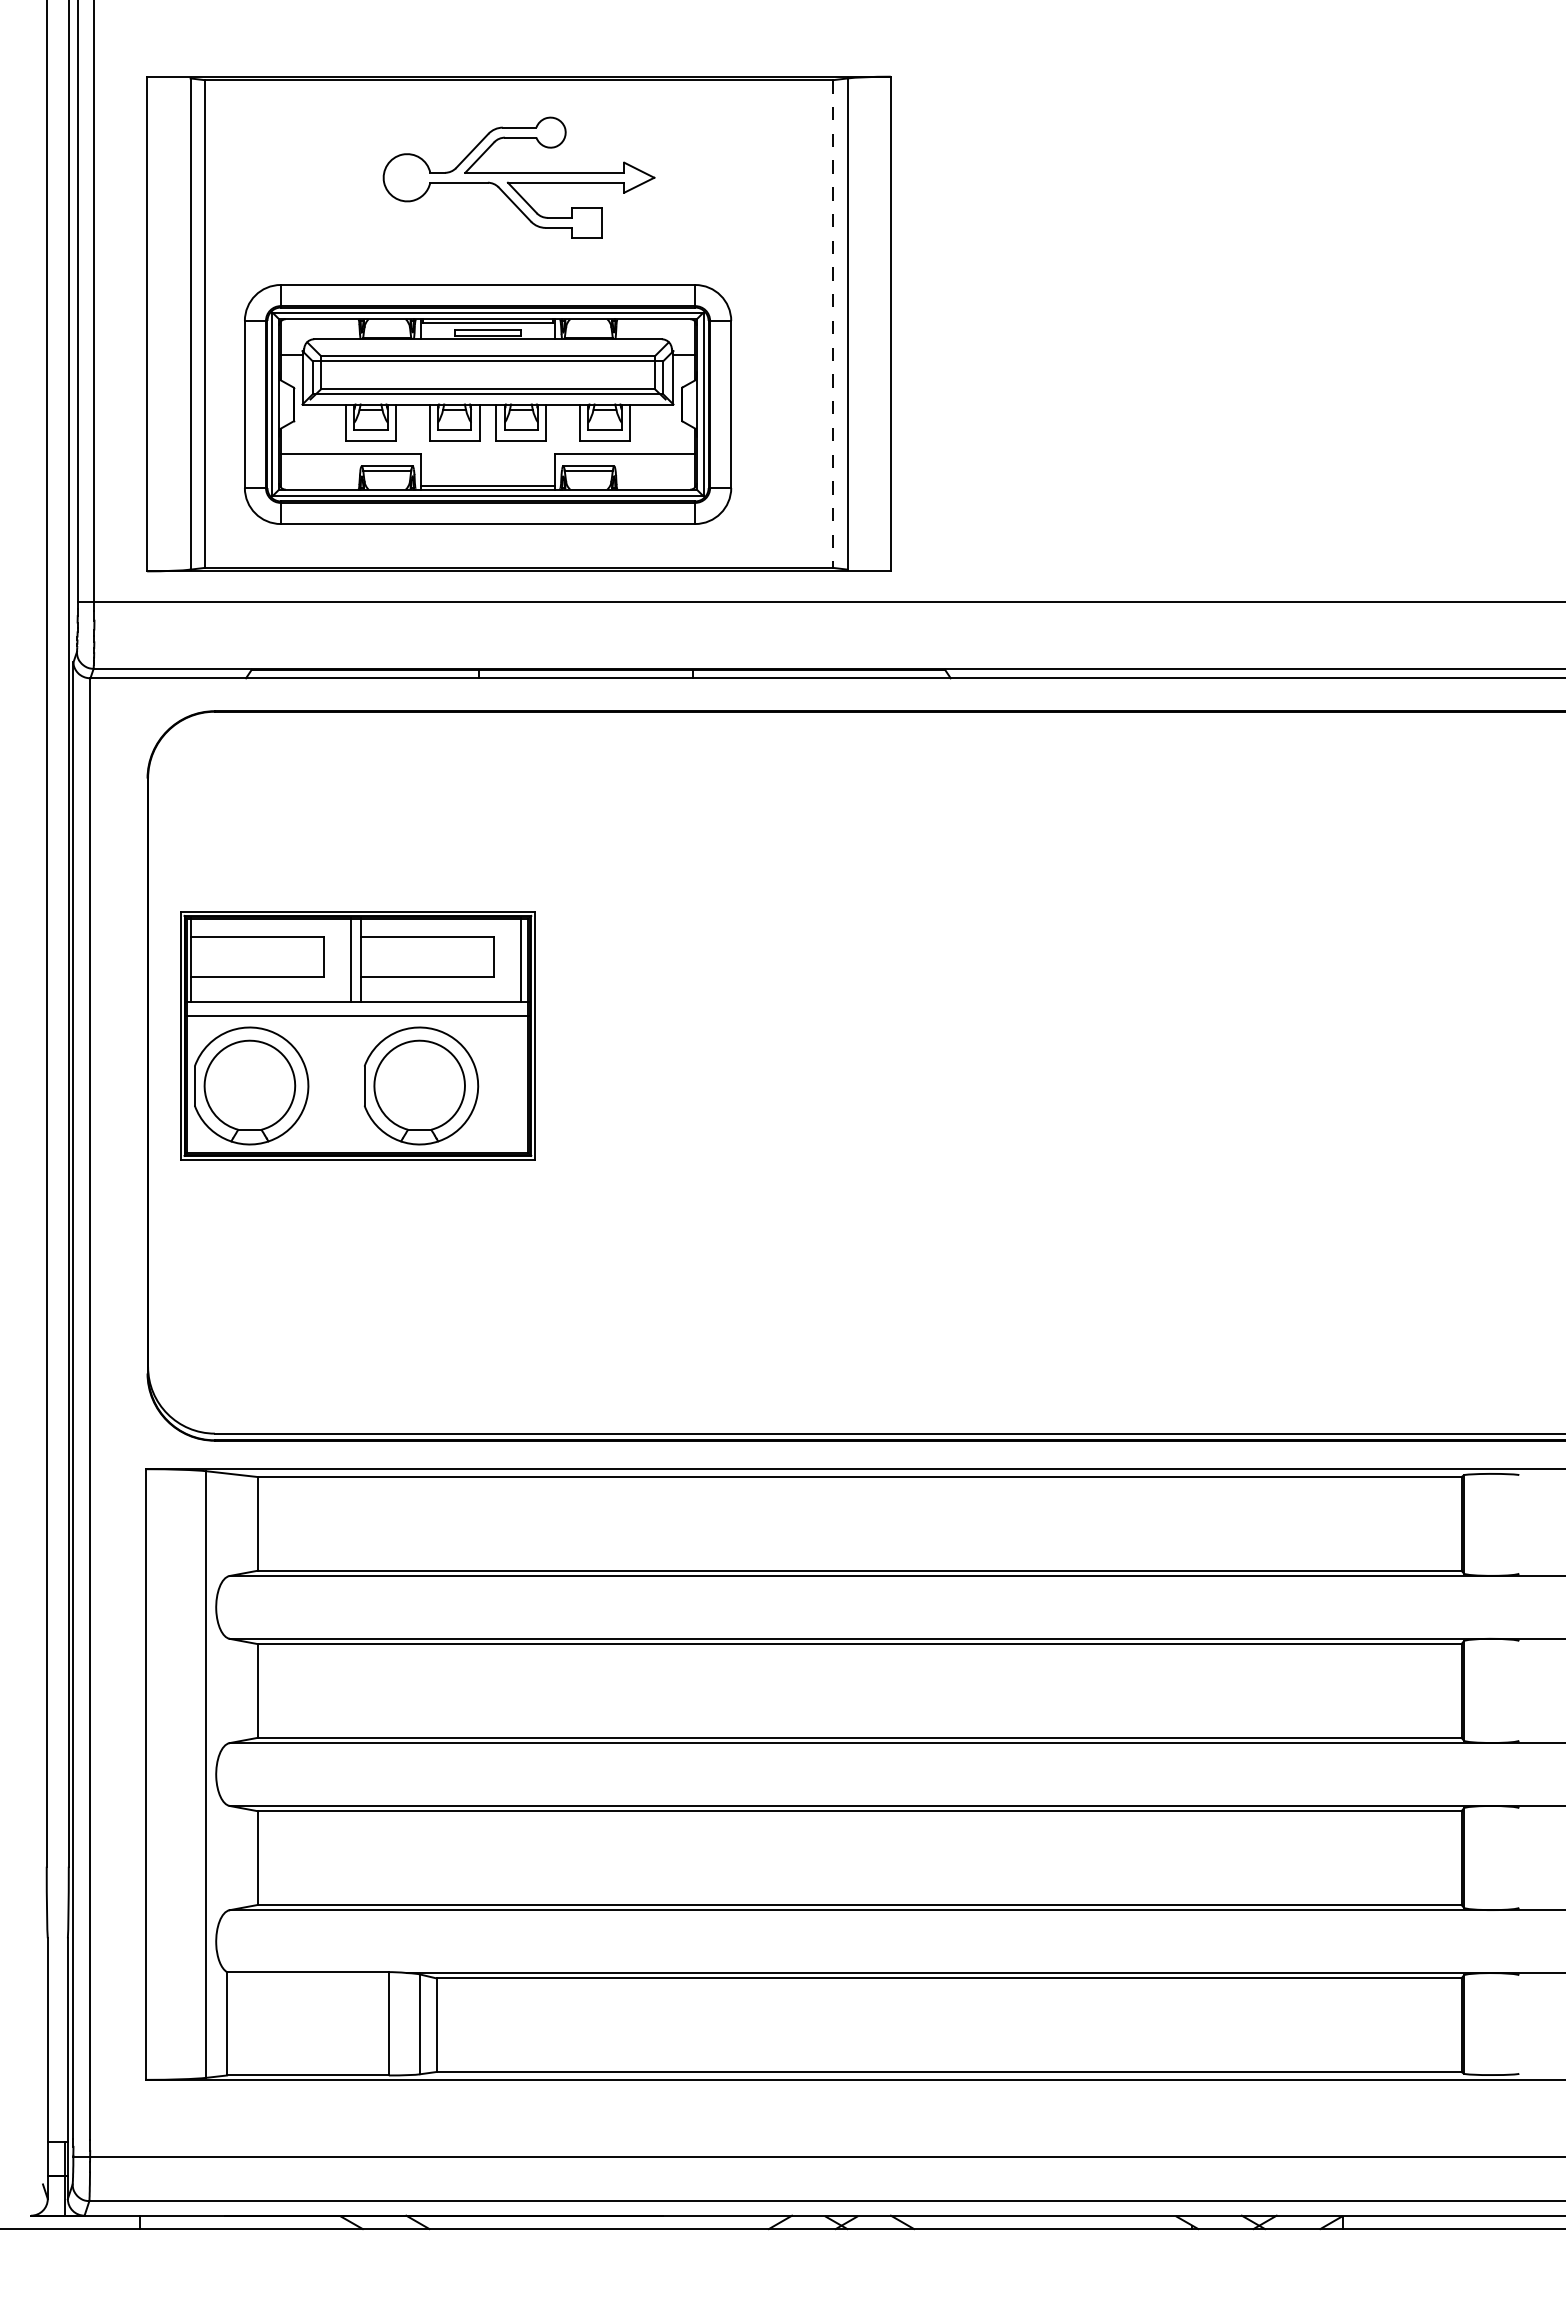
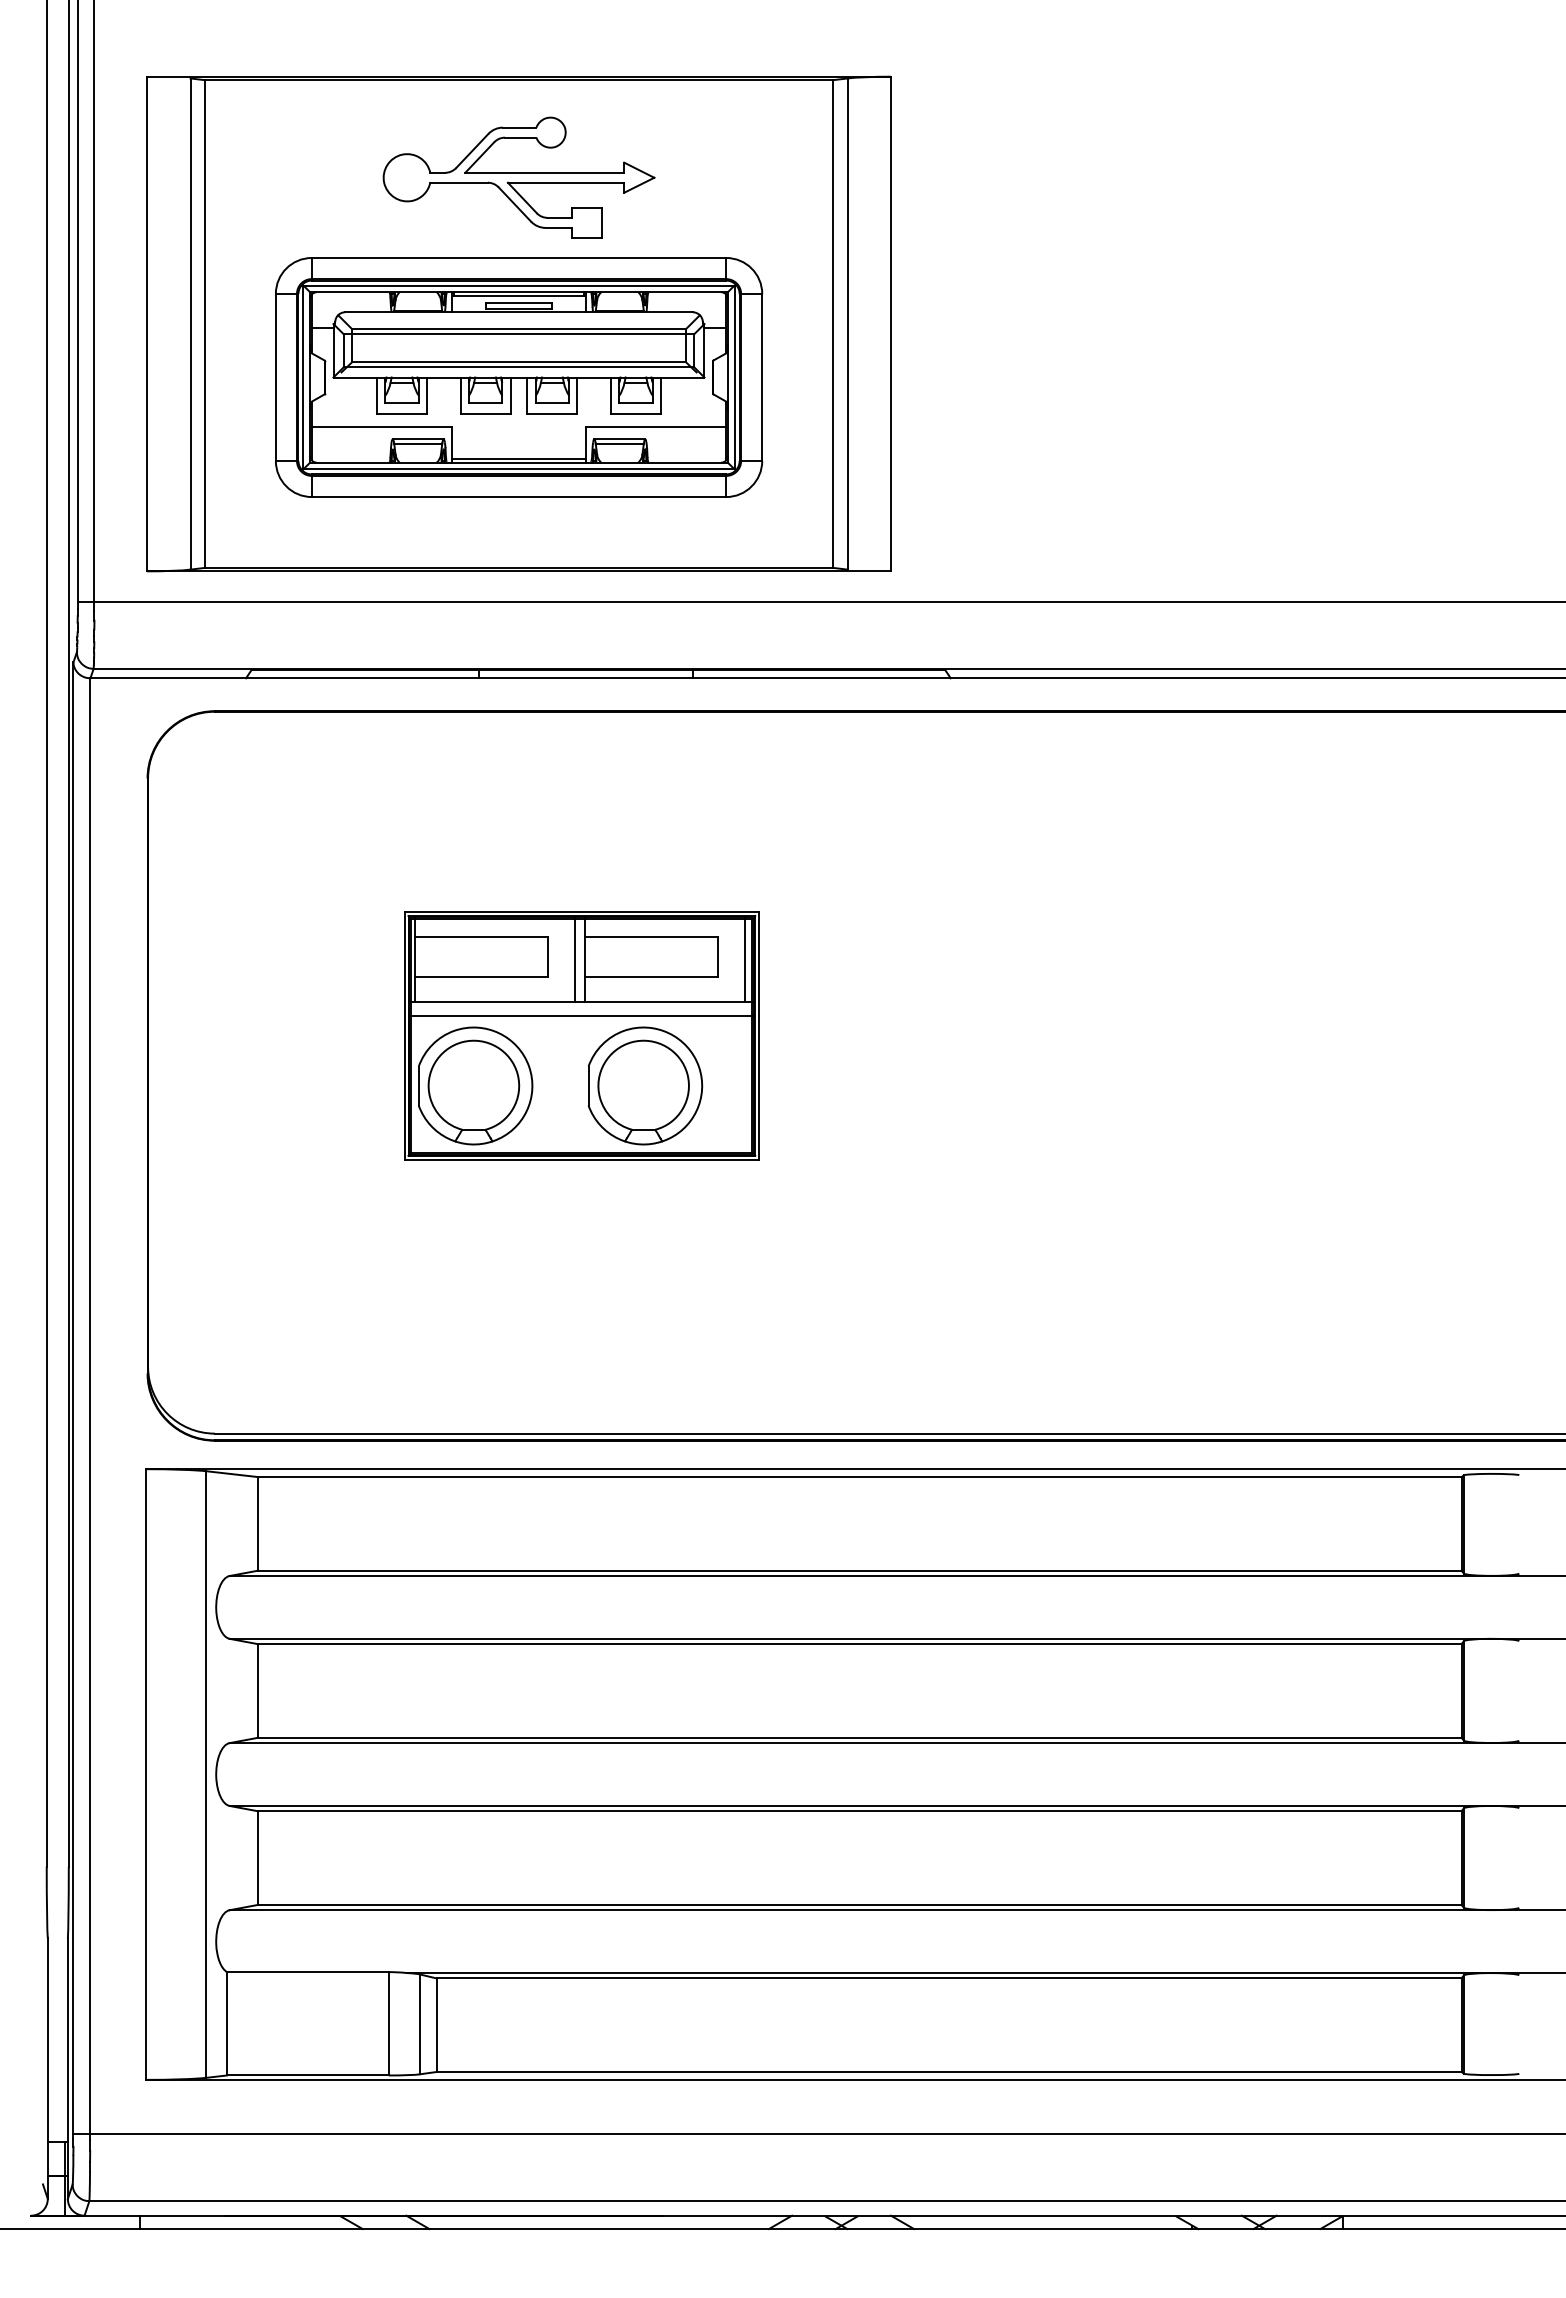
line at (832, 324): dashed -> solid
part at (488, 404) position: (488, 404) -> (519, 377)
part at (357, 1035) position: (357, 1035) -> (581, 1035)
line at (817, 2157) position: (817, 2157) -> (817, 2134)
